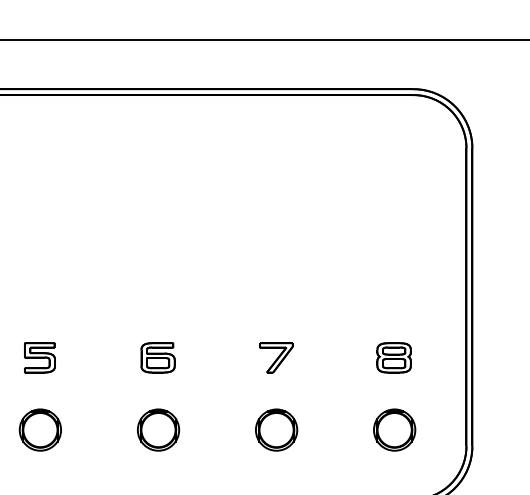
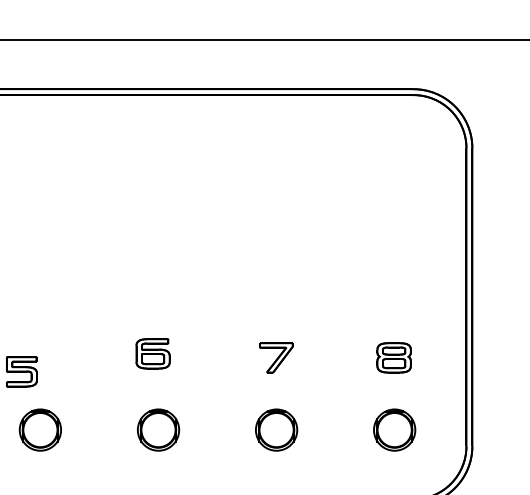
part at (39, 357) position: (39, 357) -> (21, 371)
part at (157, 357) position: (157, 357) -> (152, 353)
